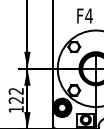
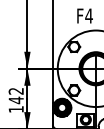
text at (15, 100): 122 -> 142
